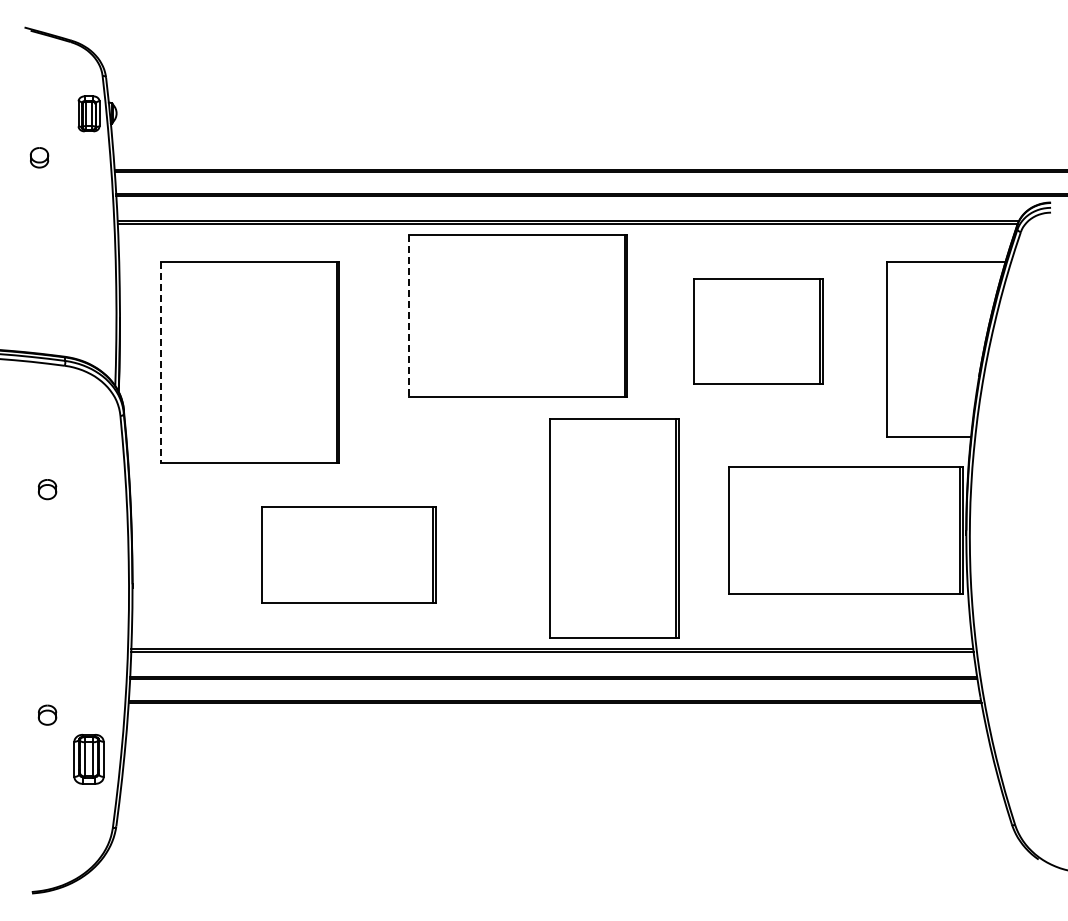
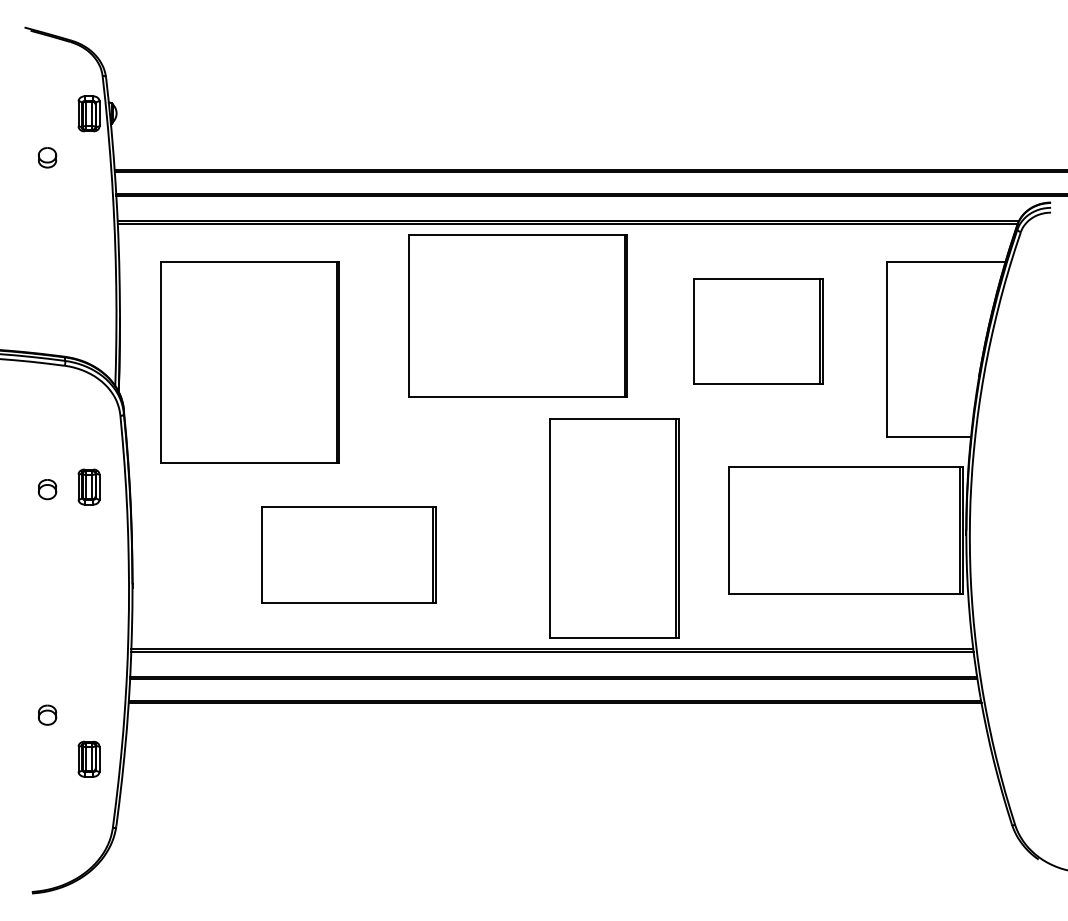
part at (39, 157) position: (39, 157) -> (47, 157)
line at (409, 316): dashed -> solid
line at (161, 362): dashed -> solid
part at (88, 486): none -> present
part at (88, 759) size: 32x51 px -> 24x38 px
